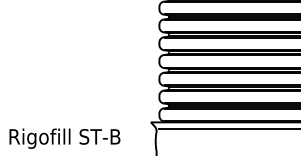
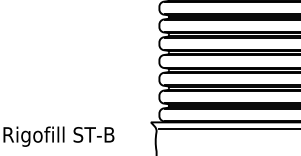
text at (64, 138) position: (64, 138) -> (58, 136)
